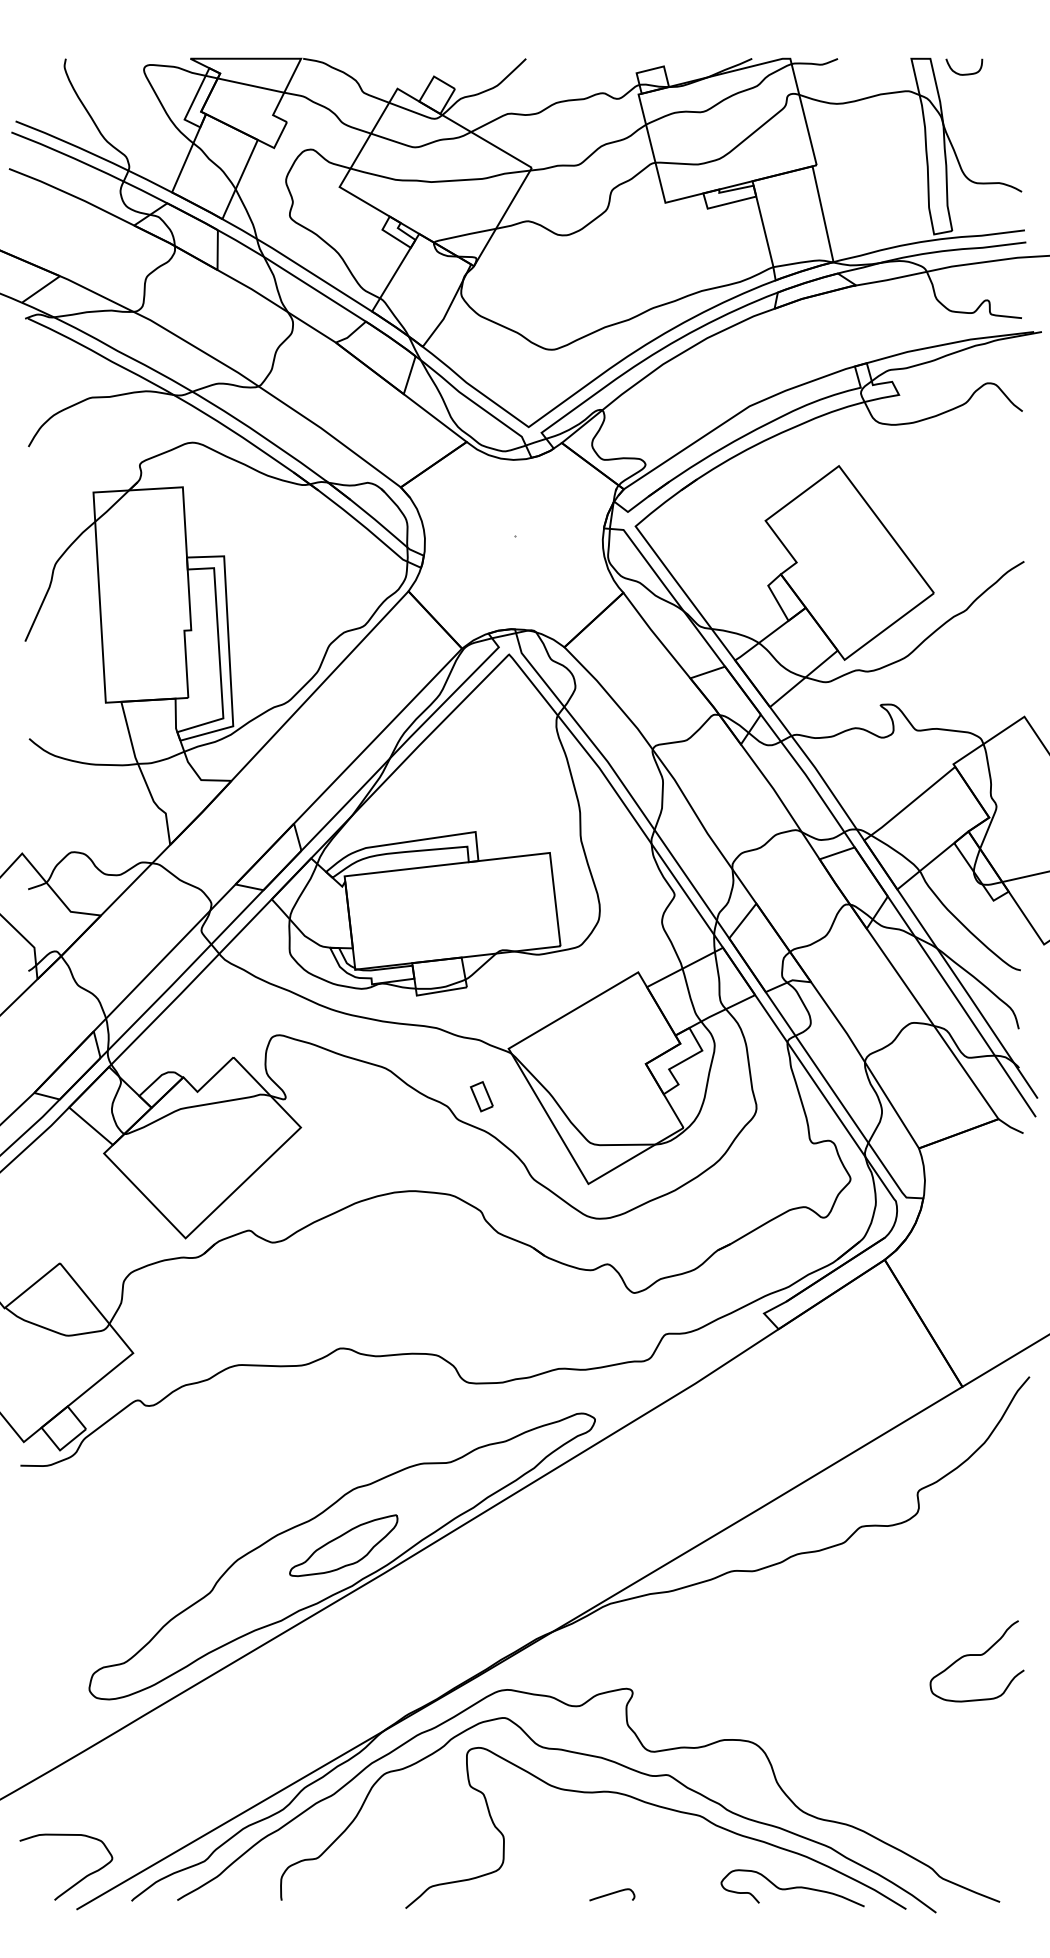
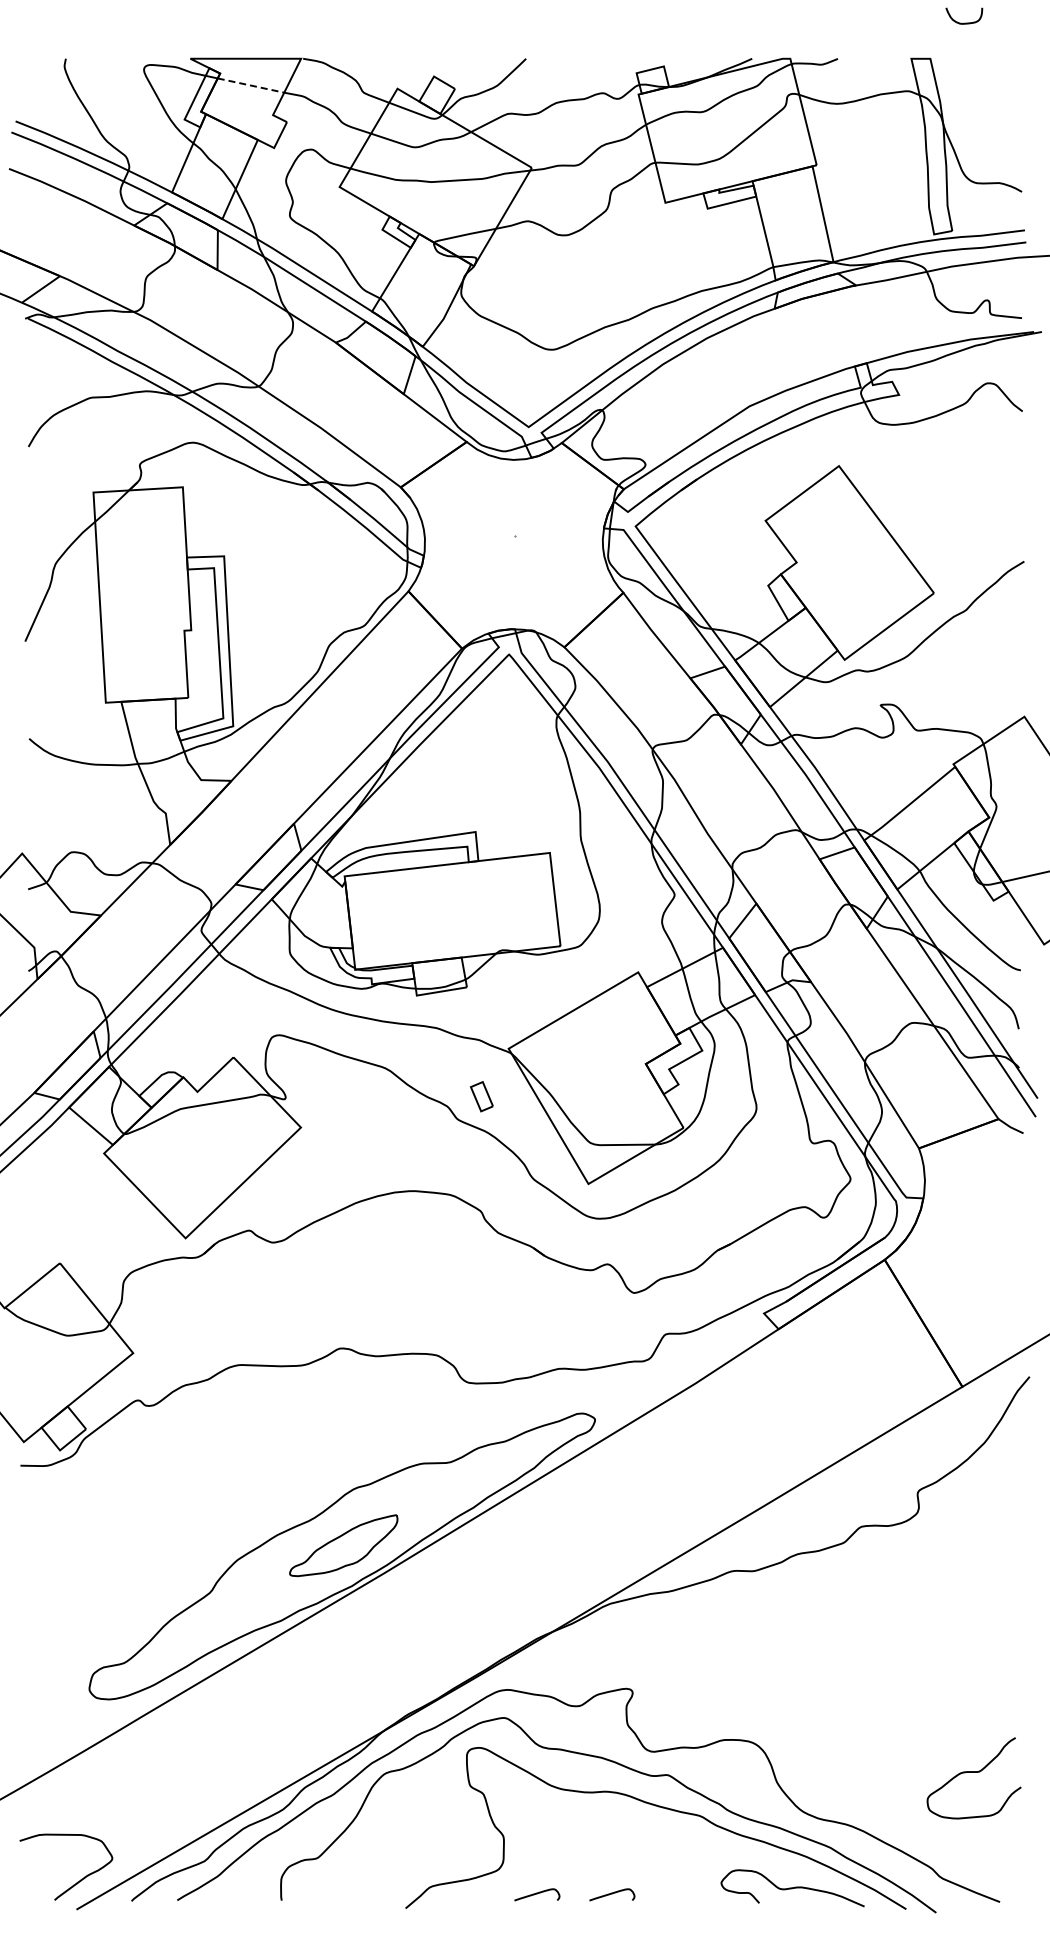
curve at (964, 73) position: (964, 73) -> (964, 22)
line at (251, 85): solid -> dashed
curve at (976, 1655) position: (976, 1655) -> (973, 1772)
curve at (537, 1894): none -> present
